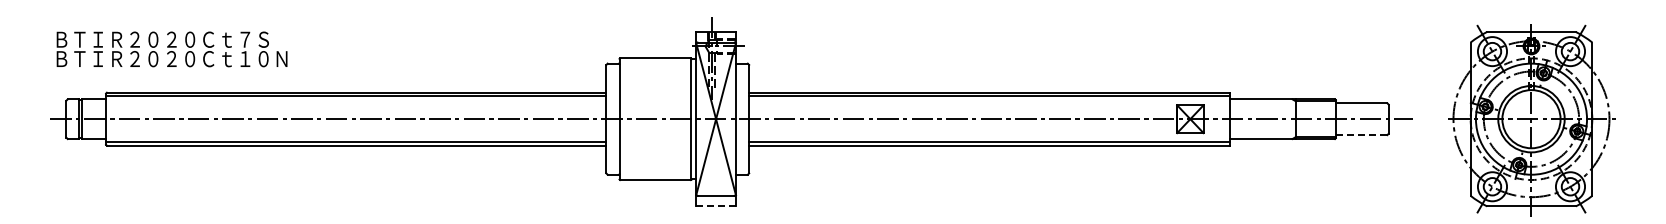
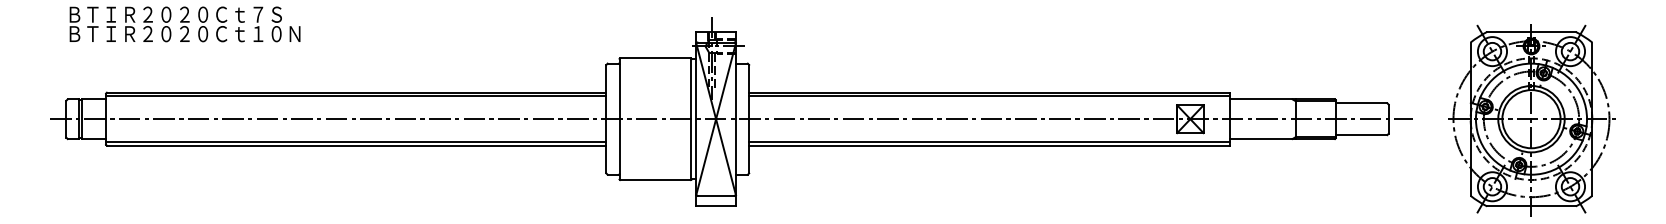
text at (171, 49) position: (171, 49) -> (184, 24)
line at (1361, 135): dashed -> solid
line at (716, 206): dashed -> solid
